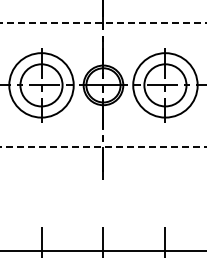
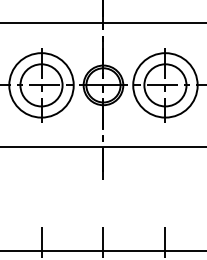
line at (103, 23): dashed -> solid
line at (103, 147): dashed -> solid
